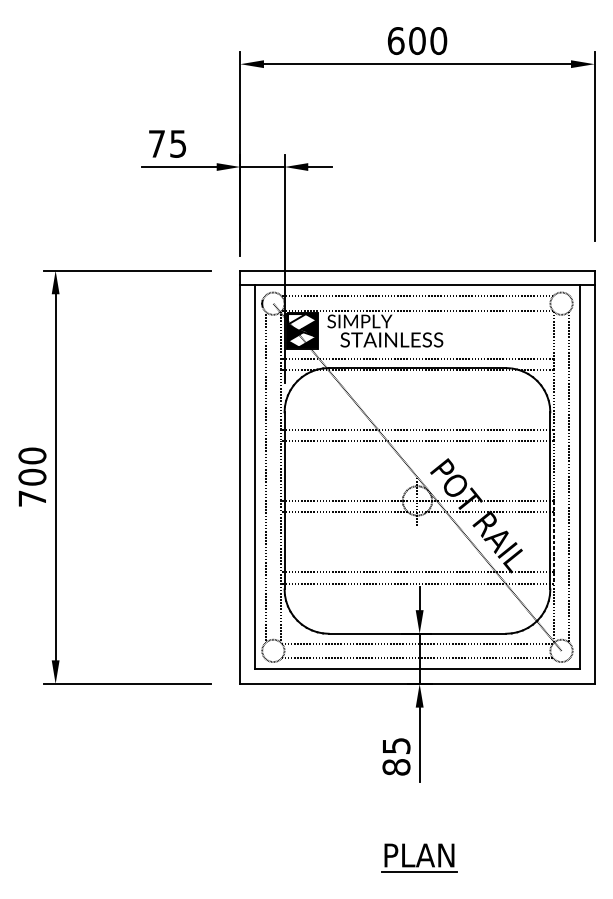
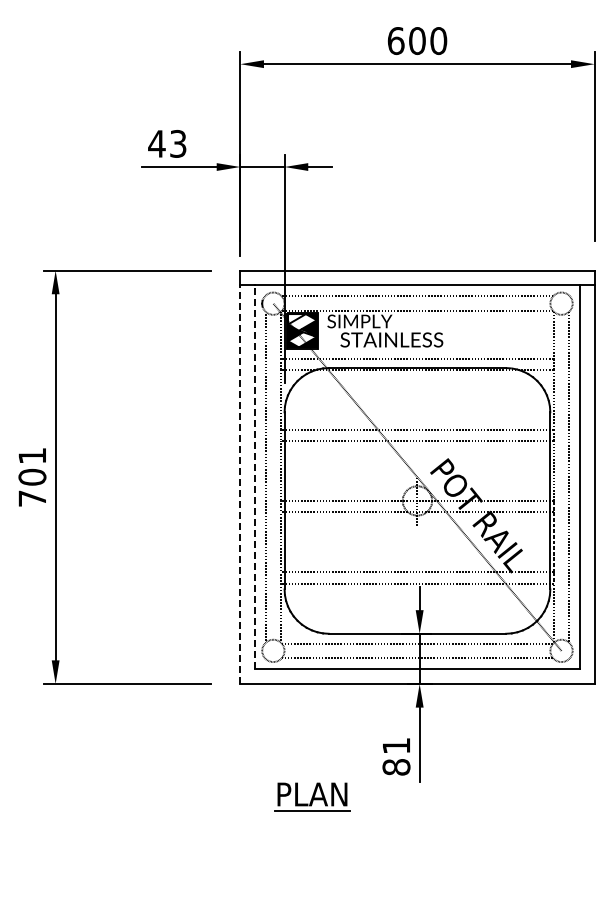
text at (167, 143): 75 -> 43
text at (32, 455): 700 -> 701
line at (255, 477): solid -> dashed
line at (240, 484): solid -> dashed
text at (396, 745): 85 -> 81
part at (419, 857) position: (419, 857) -> (312, 796)
